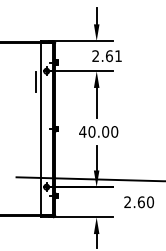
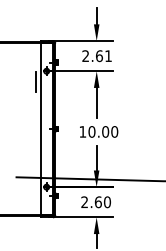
text at (106, 56) position: (106, 56) -> (96, 56)
text at (82, 131): 40.00 -> 10.00
text at (138, 202) position: (138, 202) -> (95, 202)
